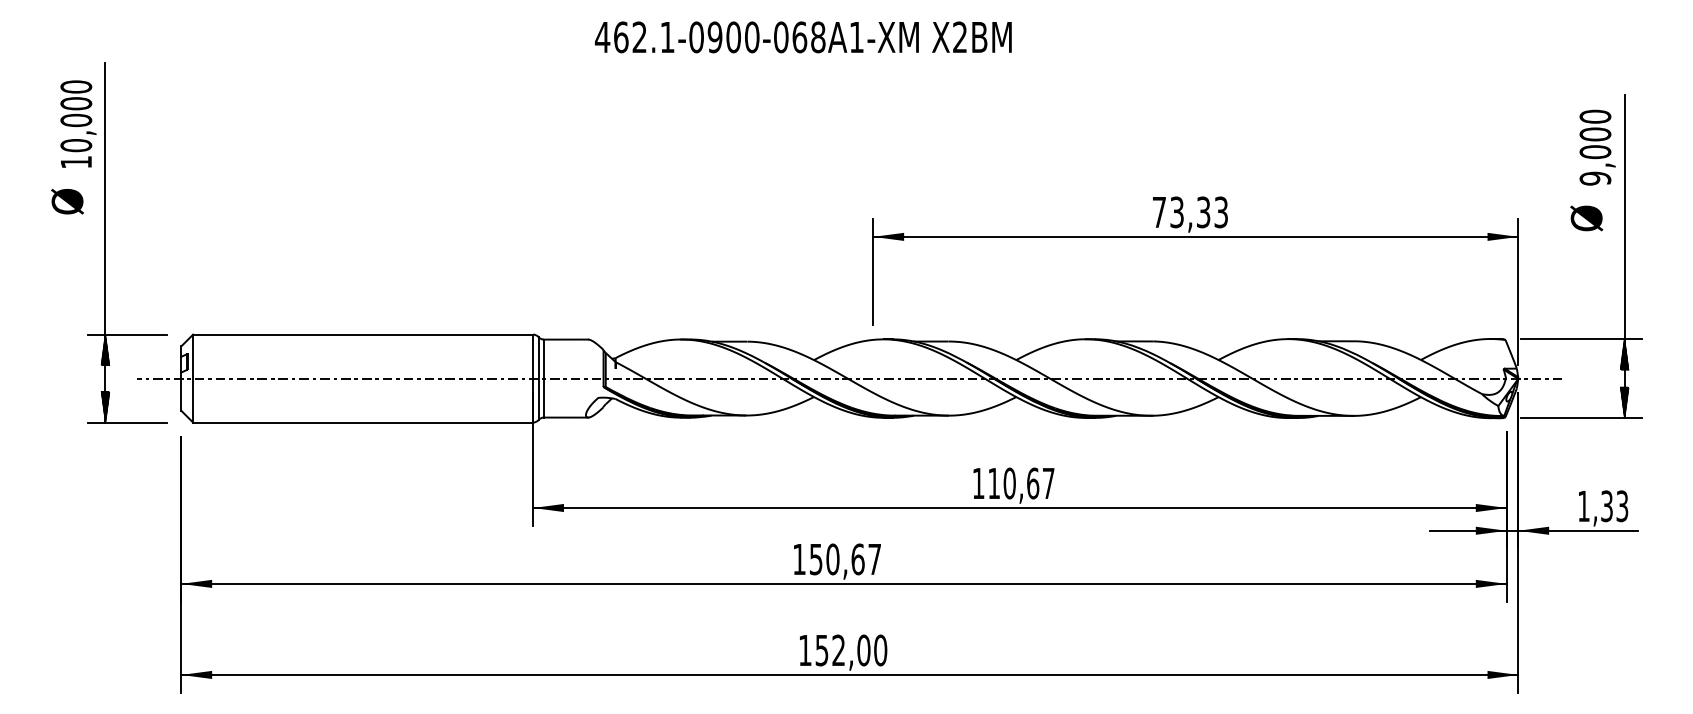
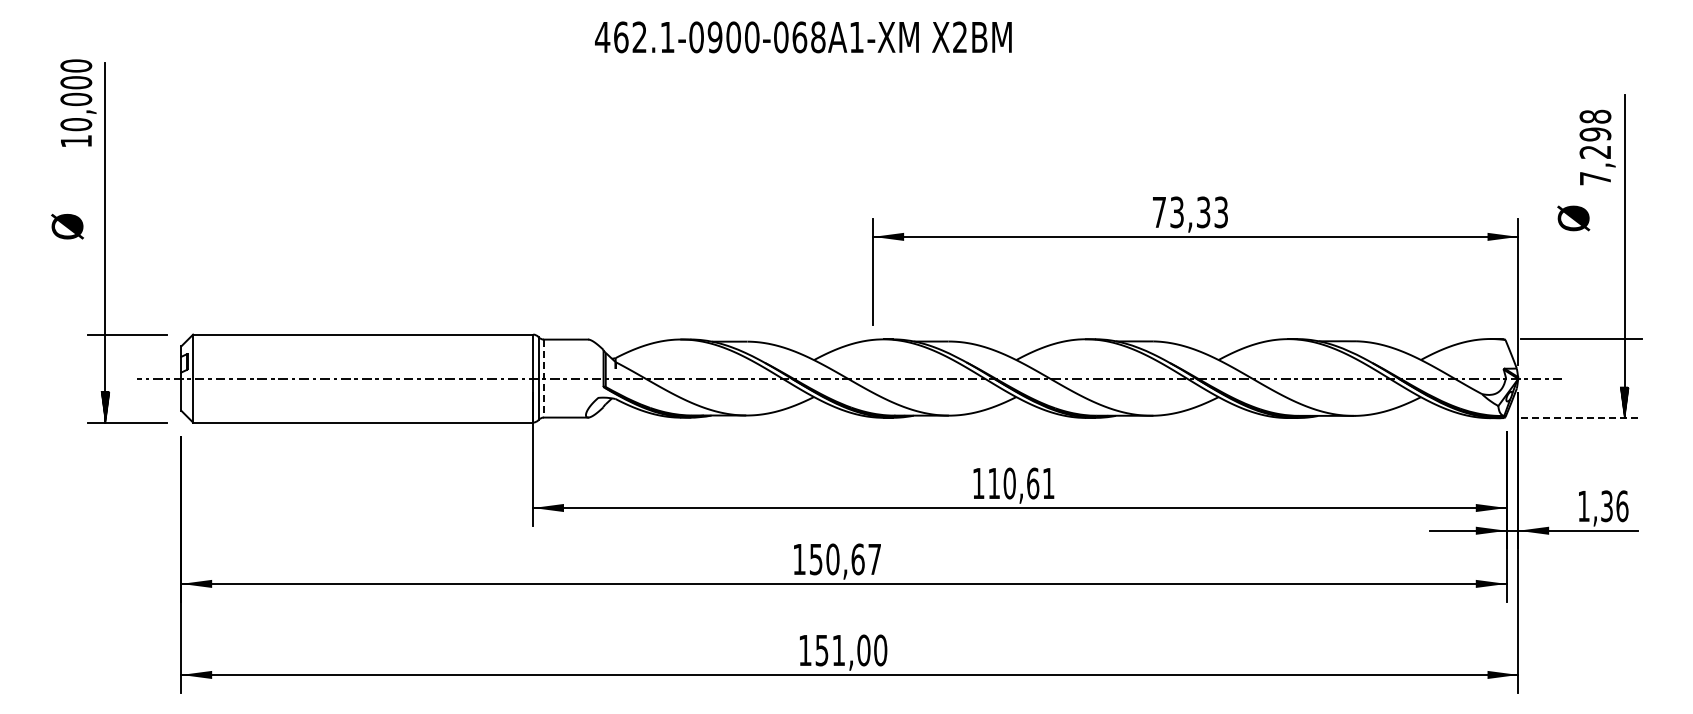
text at (78, 123) position: (78, 123) -> (78, 102)
text at (1595, 147): 9,000 -> 7,298
text at (67, 201) position: (67, 201) -> (67, 226)
text at (1586, 218) position: (1586, 218) -> (1573, 218)
hatch at (105, 349): present -> none
hatch at (1624, 354): present -> none
line at (543, 378): solid -> dashed
line at (1581, 418): solid -> dashed
text at (1048, 483): 110,67 -> 110,61
text at (1622, 506): 1,33 -> 1,36
text at (838, 649): 152,00 -> 151,00
